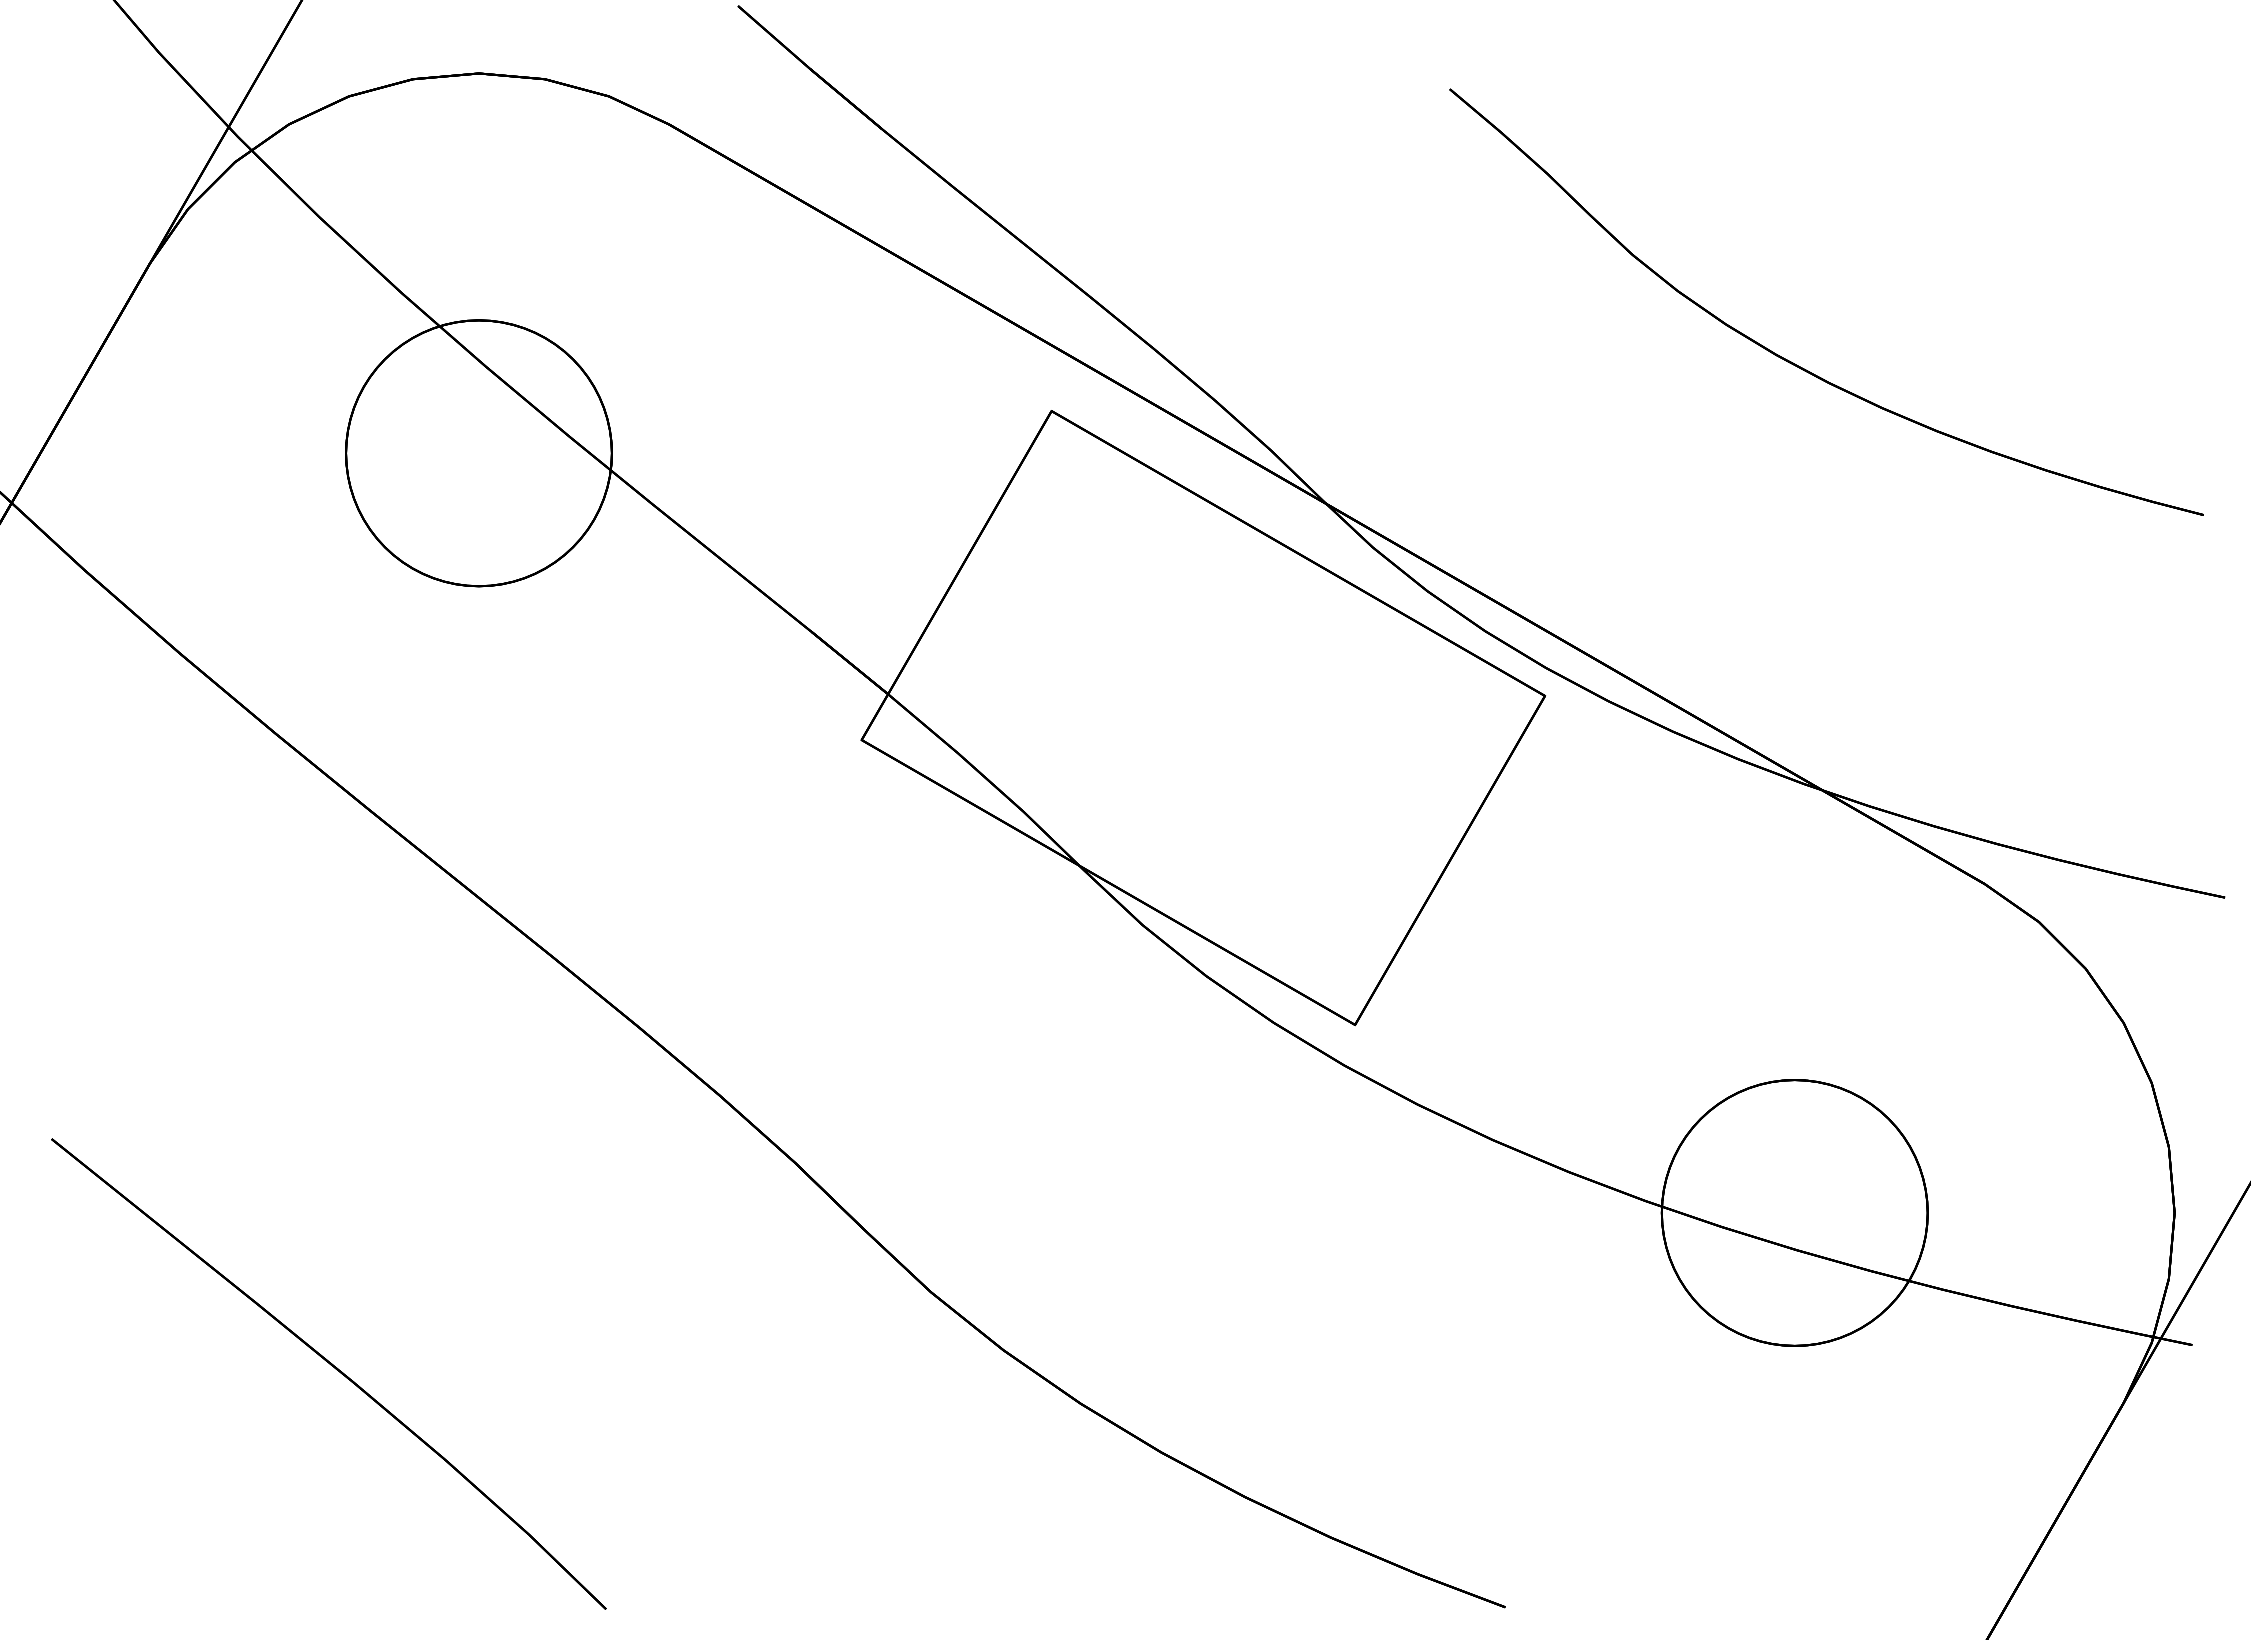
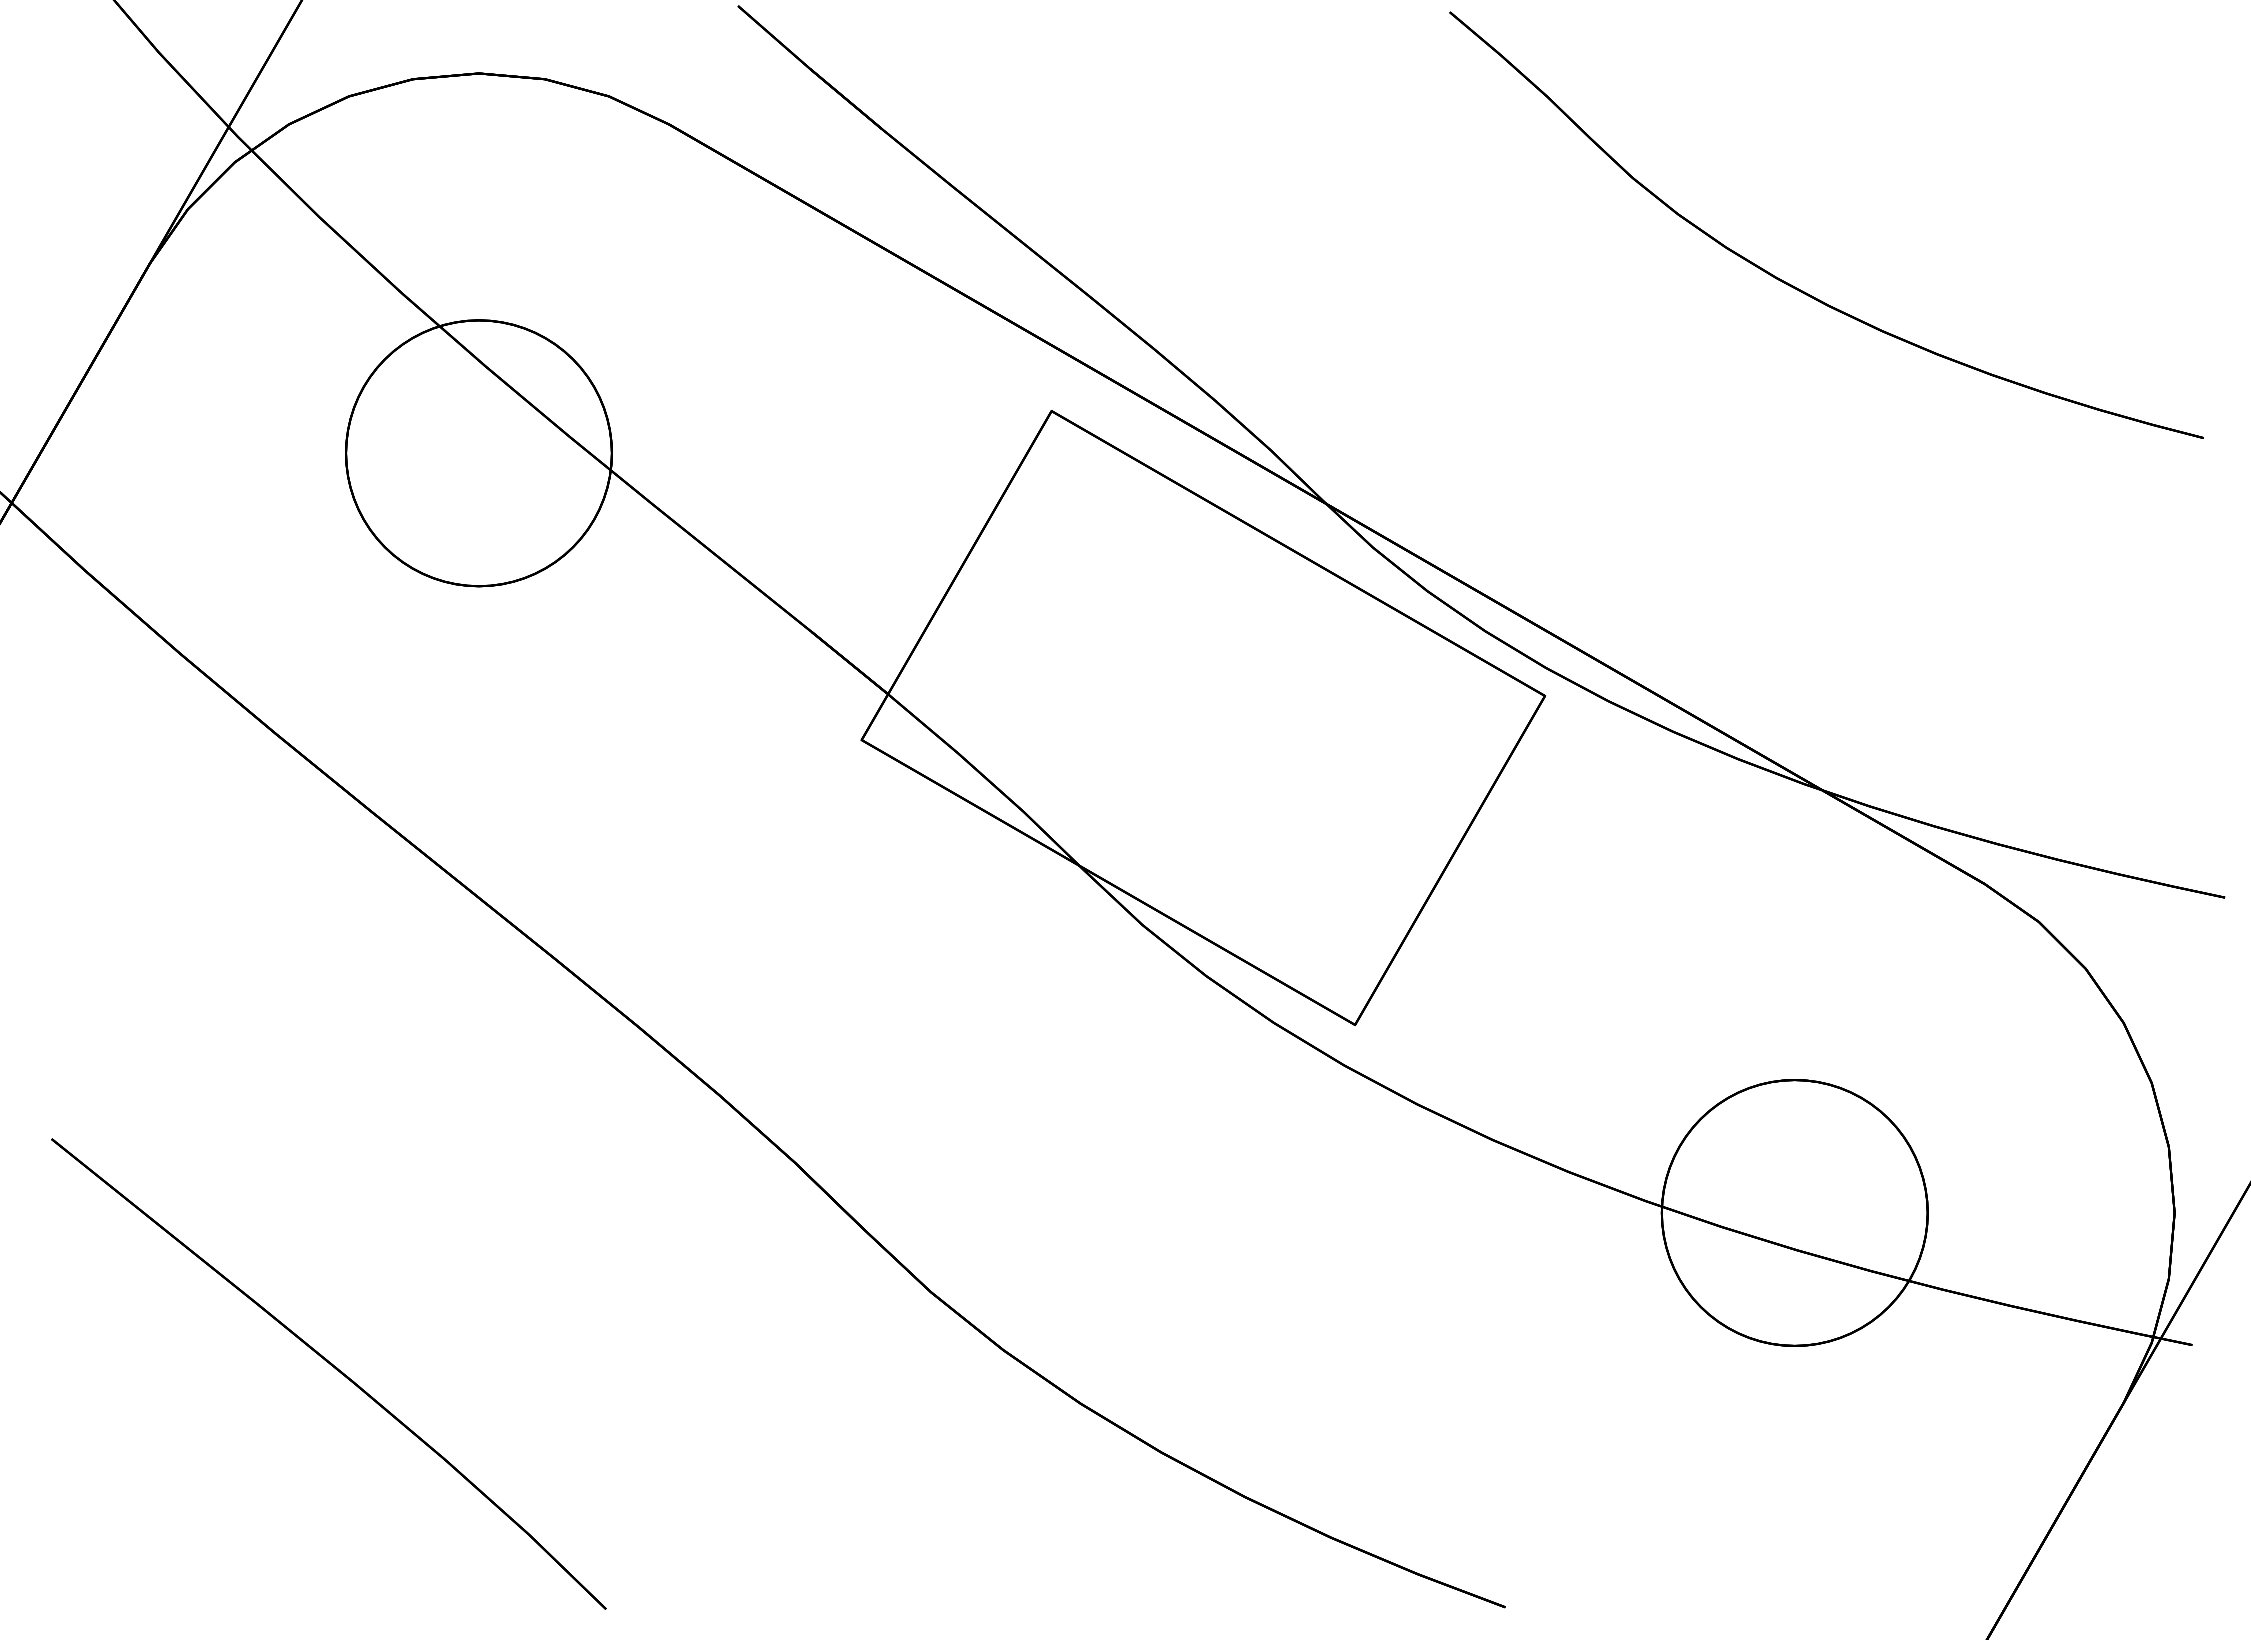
part at (1795, 363) position: (1795, 363) -> (1795, 286)
